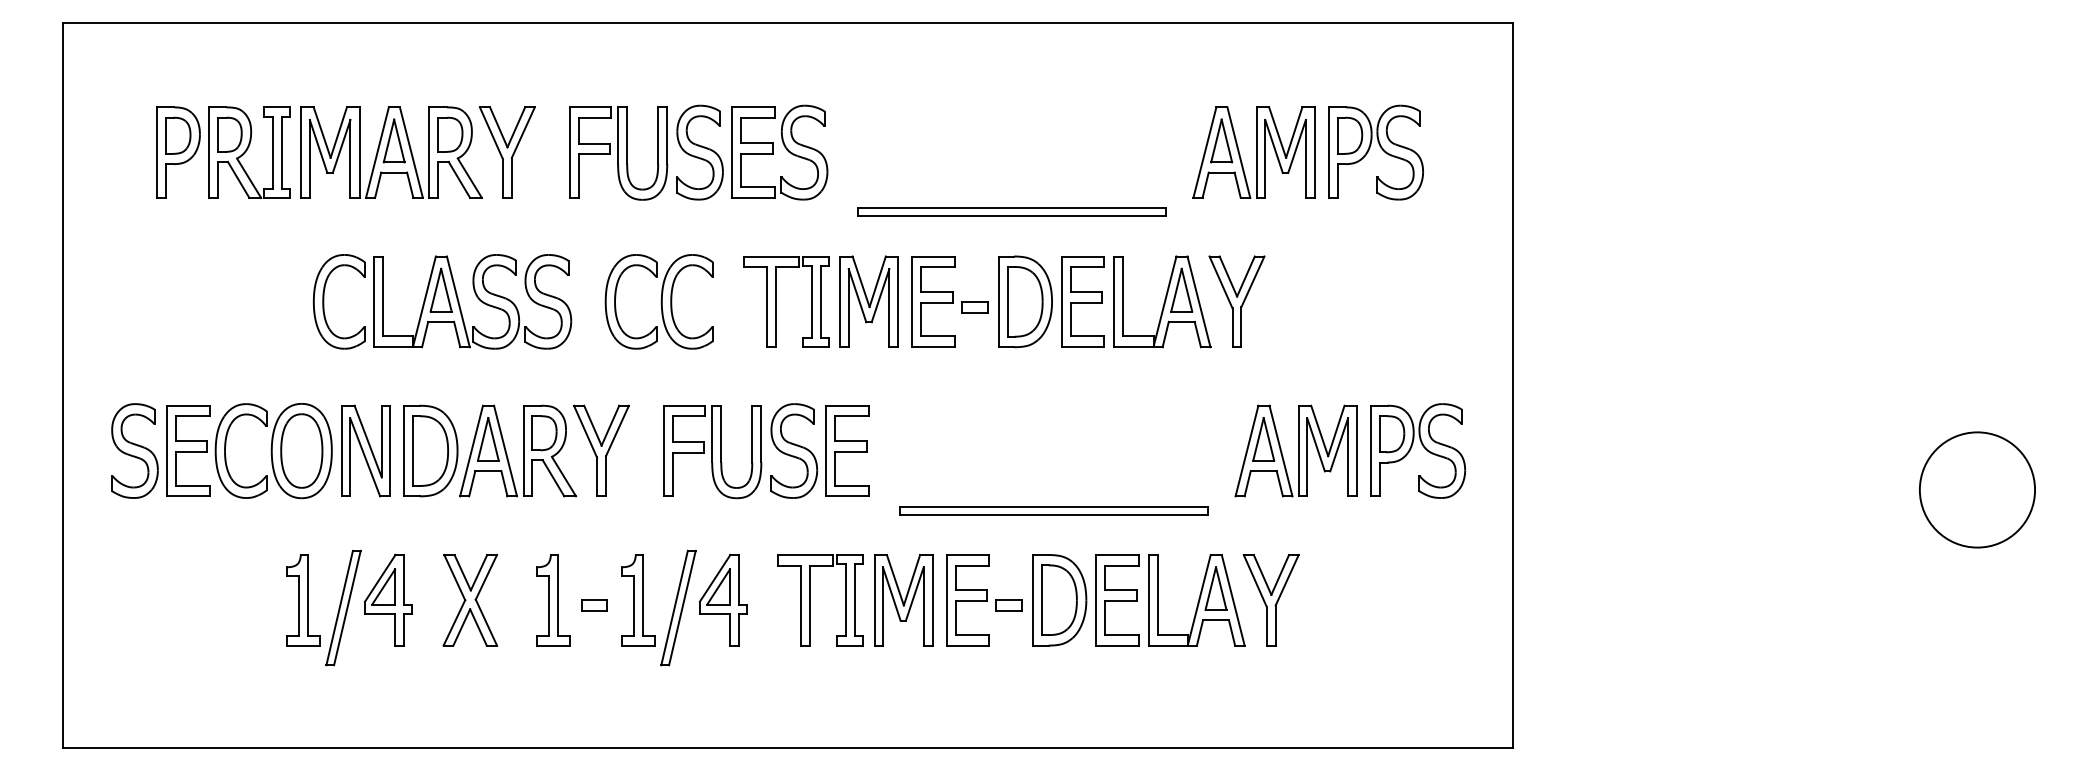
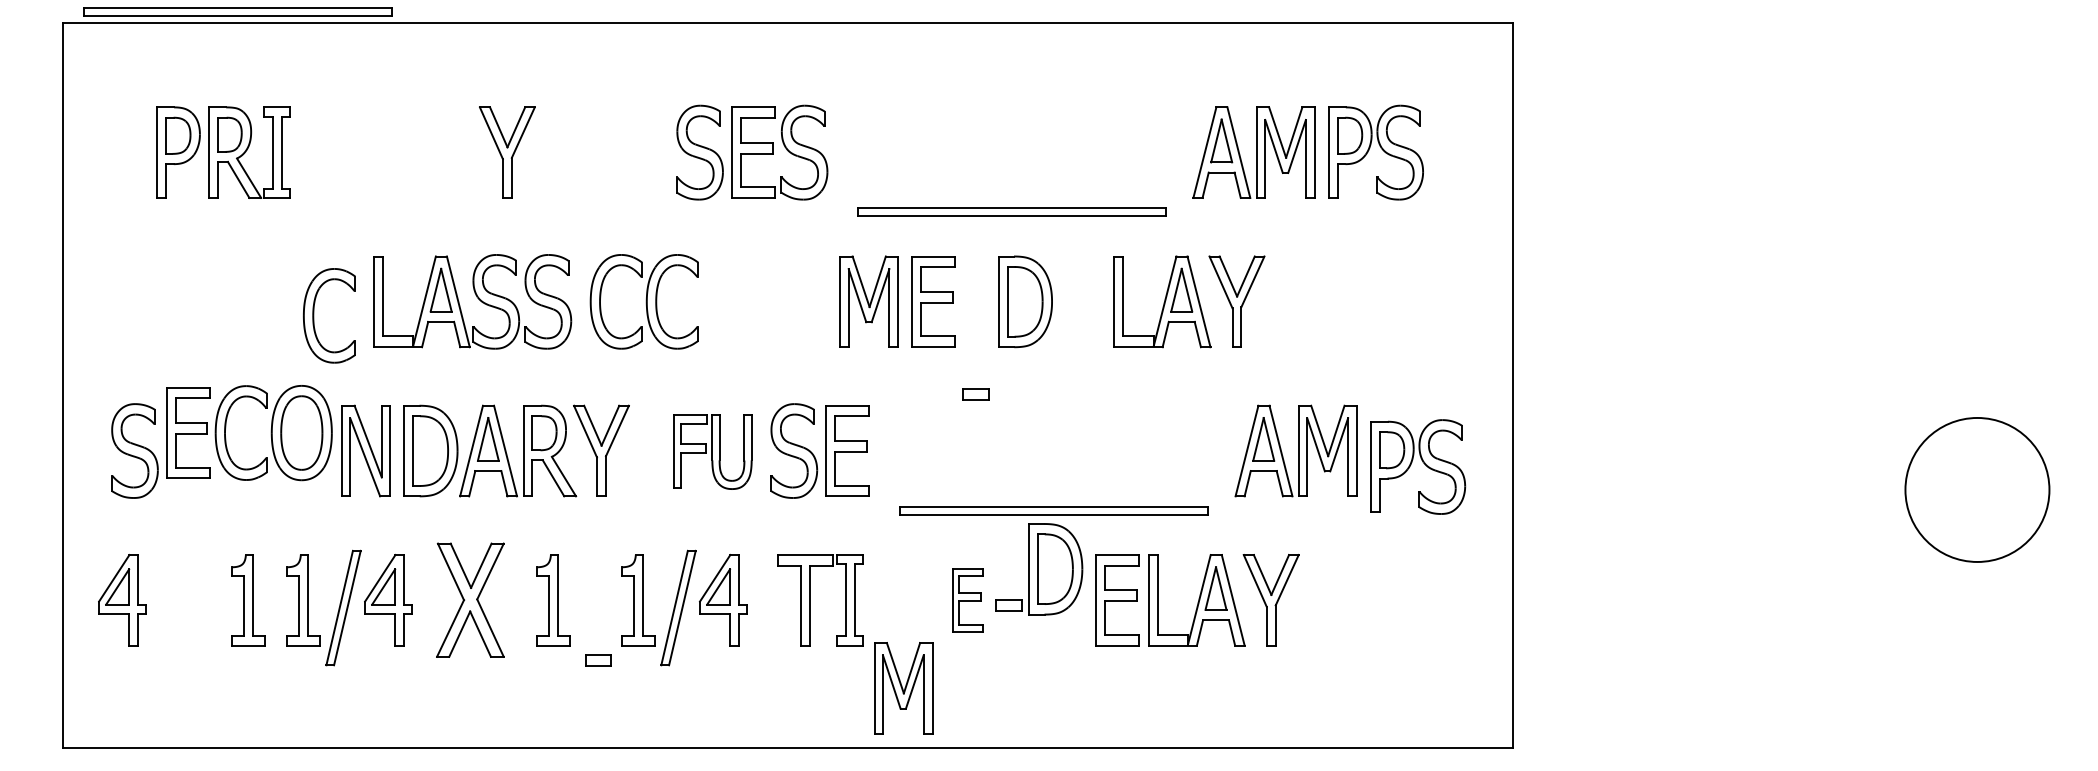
part at (237, 11): none -> present
part at (391, 152): present -> none
part at (618, 153): present -> none
part at (324, 301) position: (324, 301) -> (314, 315)
part at (658, 301) position: (658, 301) -> (643, 301)
part at (776, 301): present -> none
part at (1082, 301): present -> none
part at (974, 307) position: (974, 307) -> (975, 394)
part at (1418, 450) position: (1418, 450) -> (1418, 466)
part at (270, 451) position: (270, 451) -> (270, 433)
part at (712, 452) size: 100x95 px -> 80x76 px
circle at (1977, 489) diameter: 115 px -> 144 px
part at (122, 600): none -> present
part at (248, 600): none -> present
part at (469, 600) size: 56x93 px -> 69x116 px
part at (903, 600) position: (903, 600) -> (903, 688)
part at (967, 600) size: 44x93 px -> 32x65 px
part at (1059, 600) position: (1059, 600) -> (1055, 569)
part at (594, 605) position: (594, 605) -> (598, 660)
